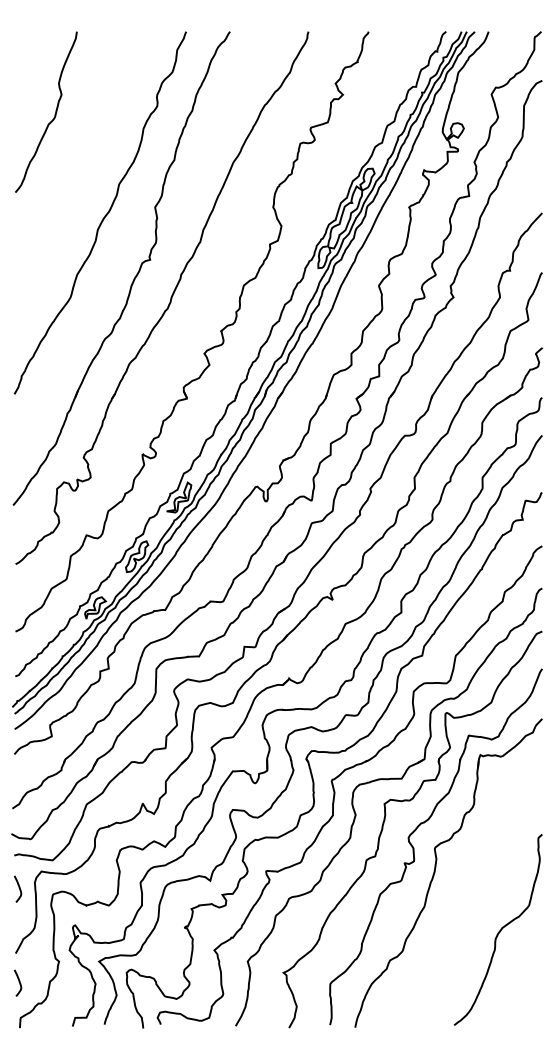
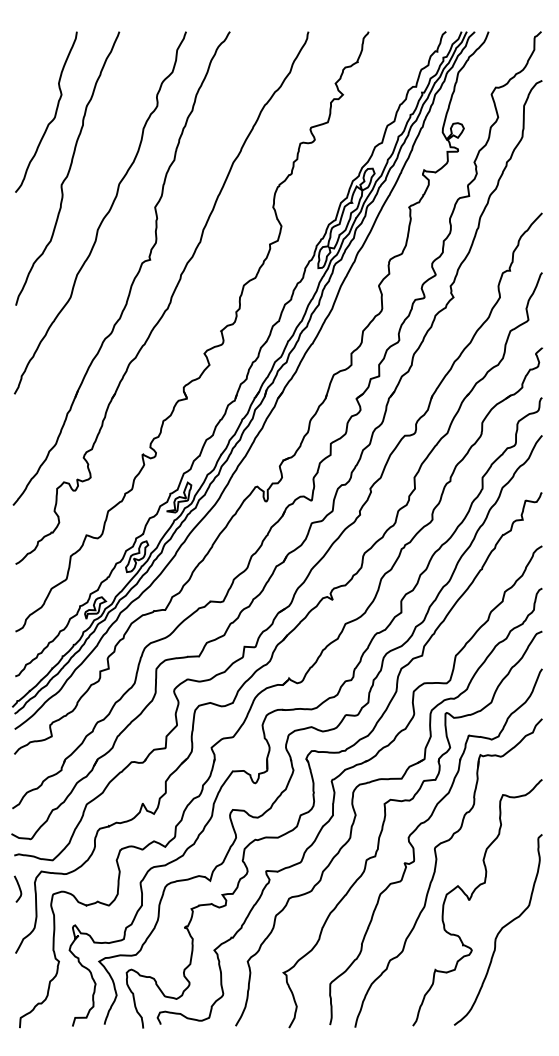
curve at (68, 169): none -> present
curve at (471, 898): none -> present
curve at (18, 982): present -> none
